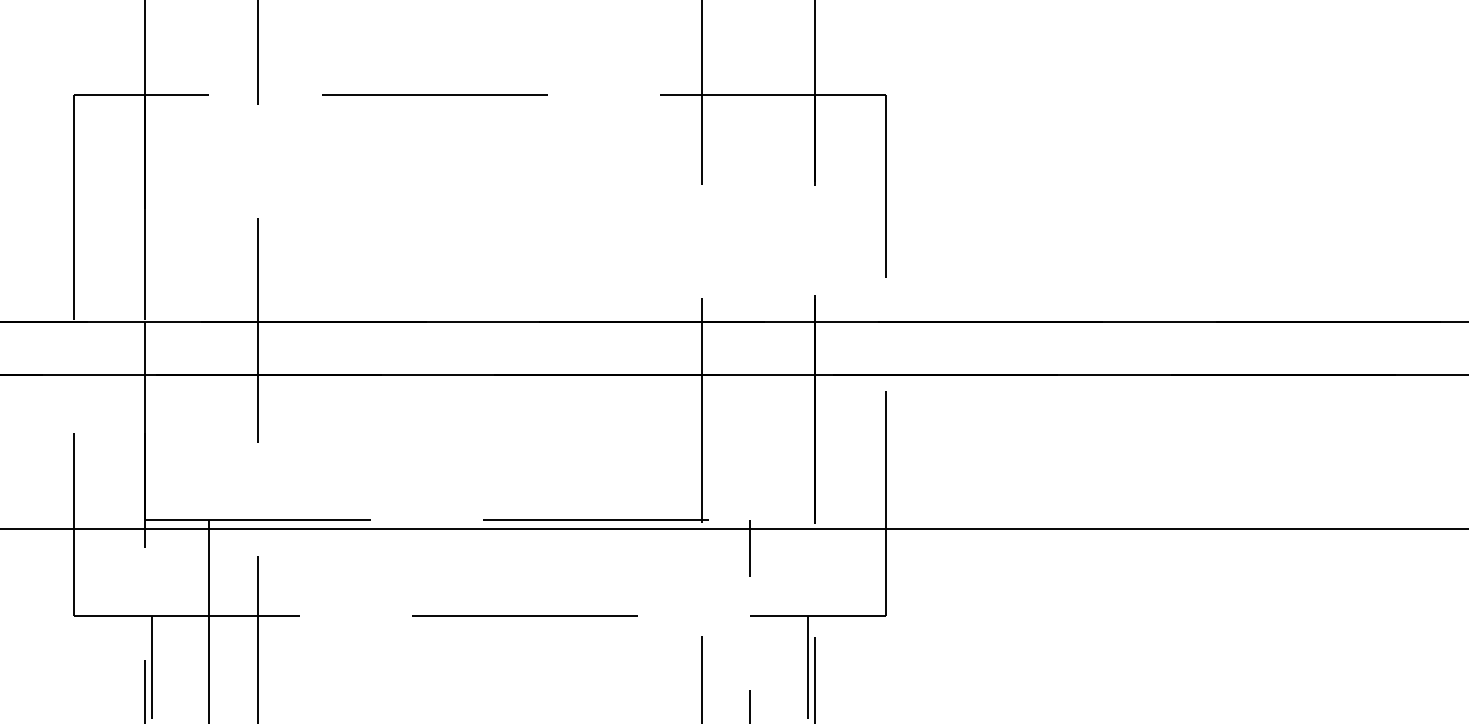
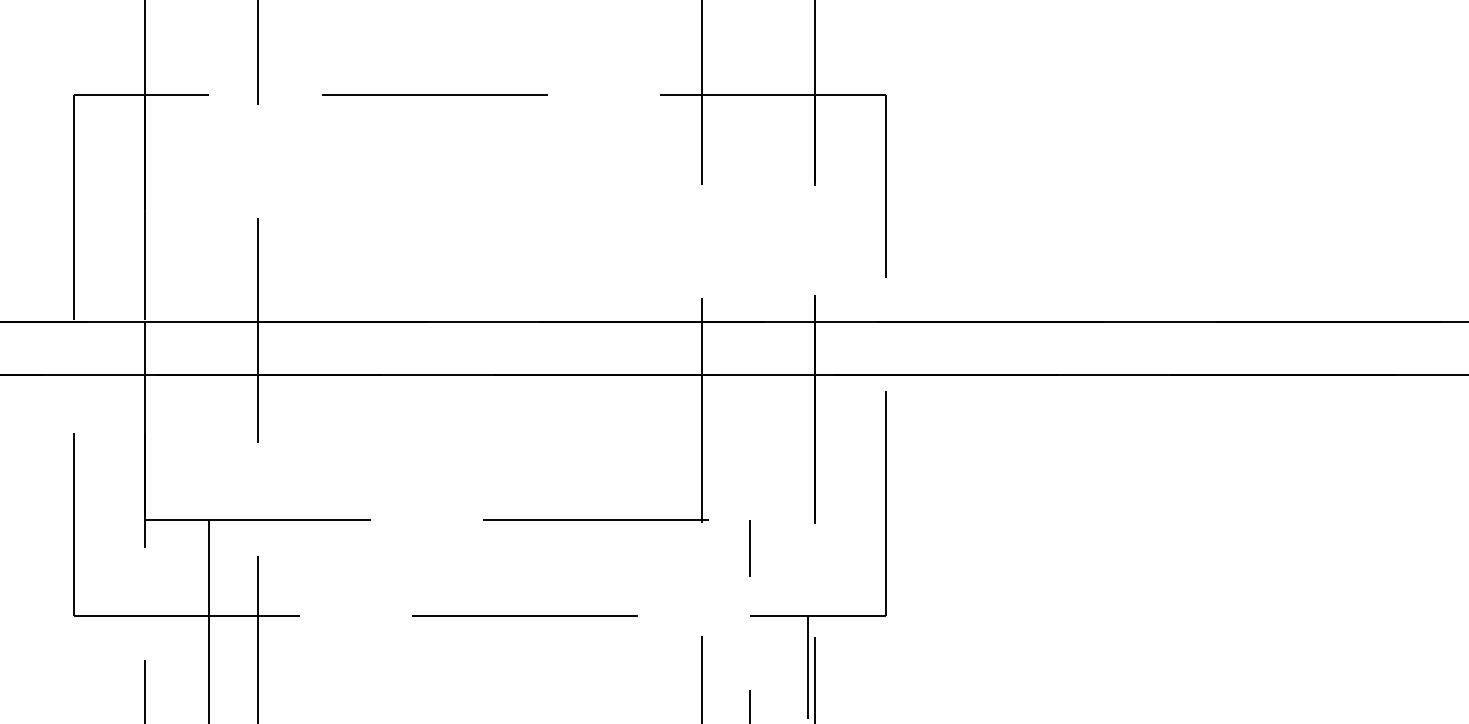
line at (733, 529): present -> none
line at (151, 667): present -> none
